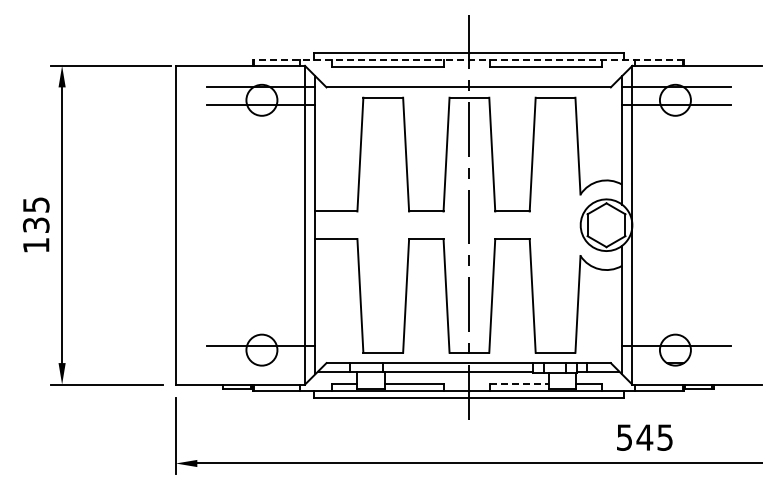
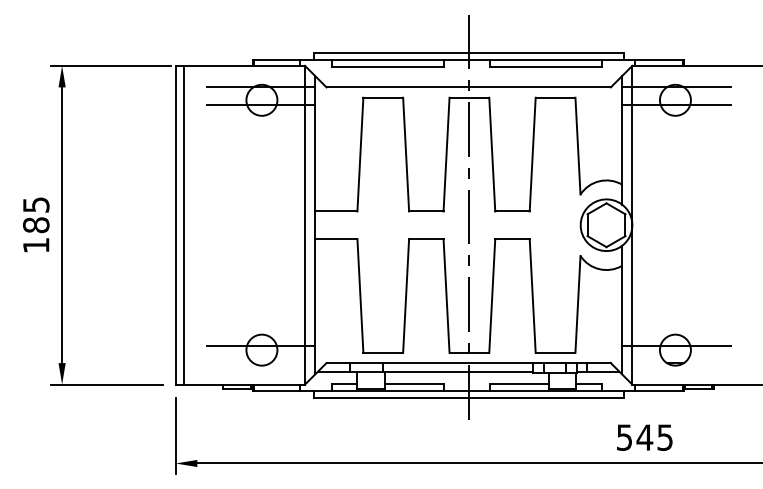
line at (468, 59): dashed -> solid
line at (184, 224): none -> present
text at (36, 225): 135 -> 185
line at (519, 383): dashed -> solid
